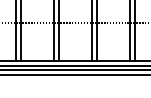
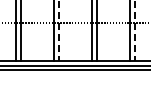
line at (58, 30): solid -> dashed
line at (134, 30): solid -> dashed
line at (74, 74): present -> none
